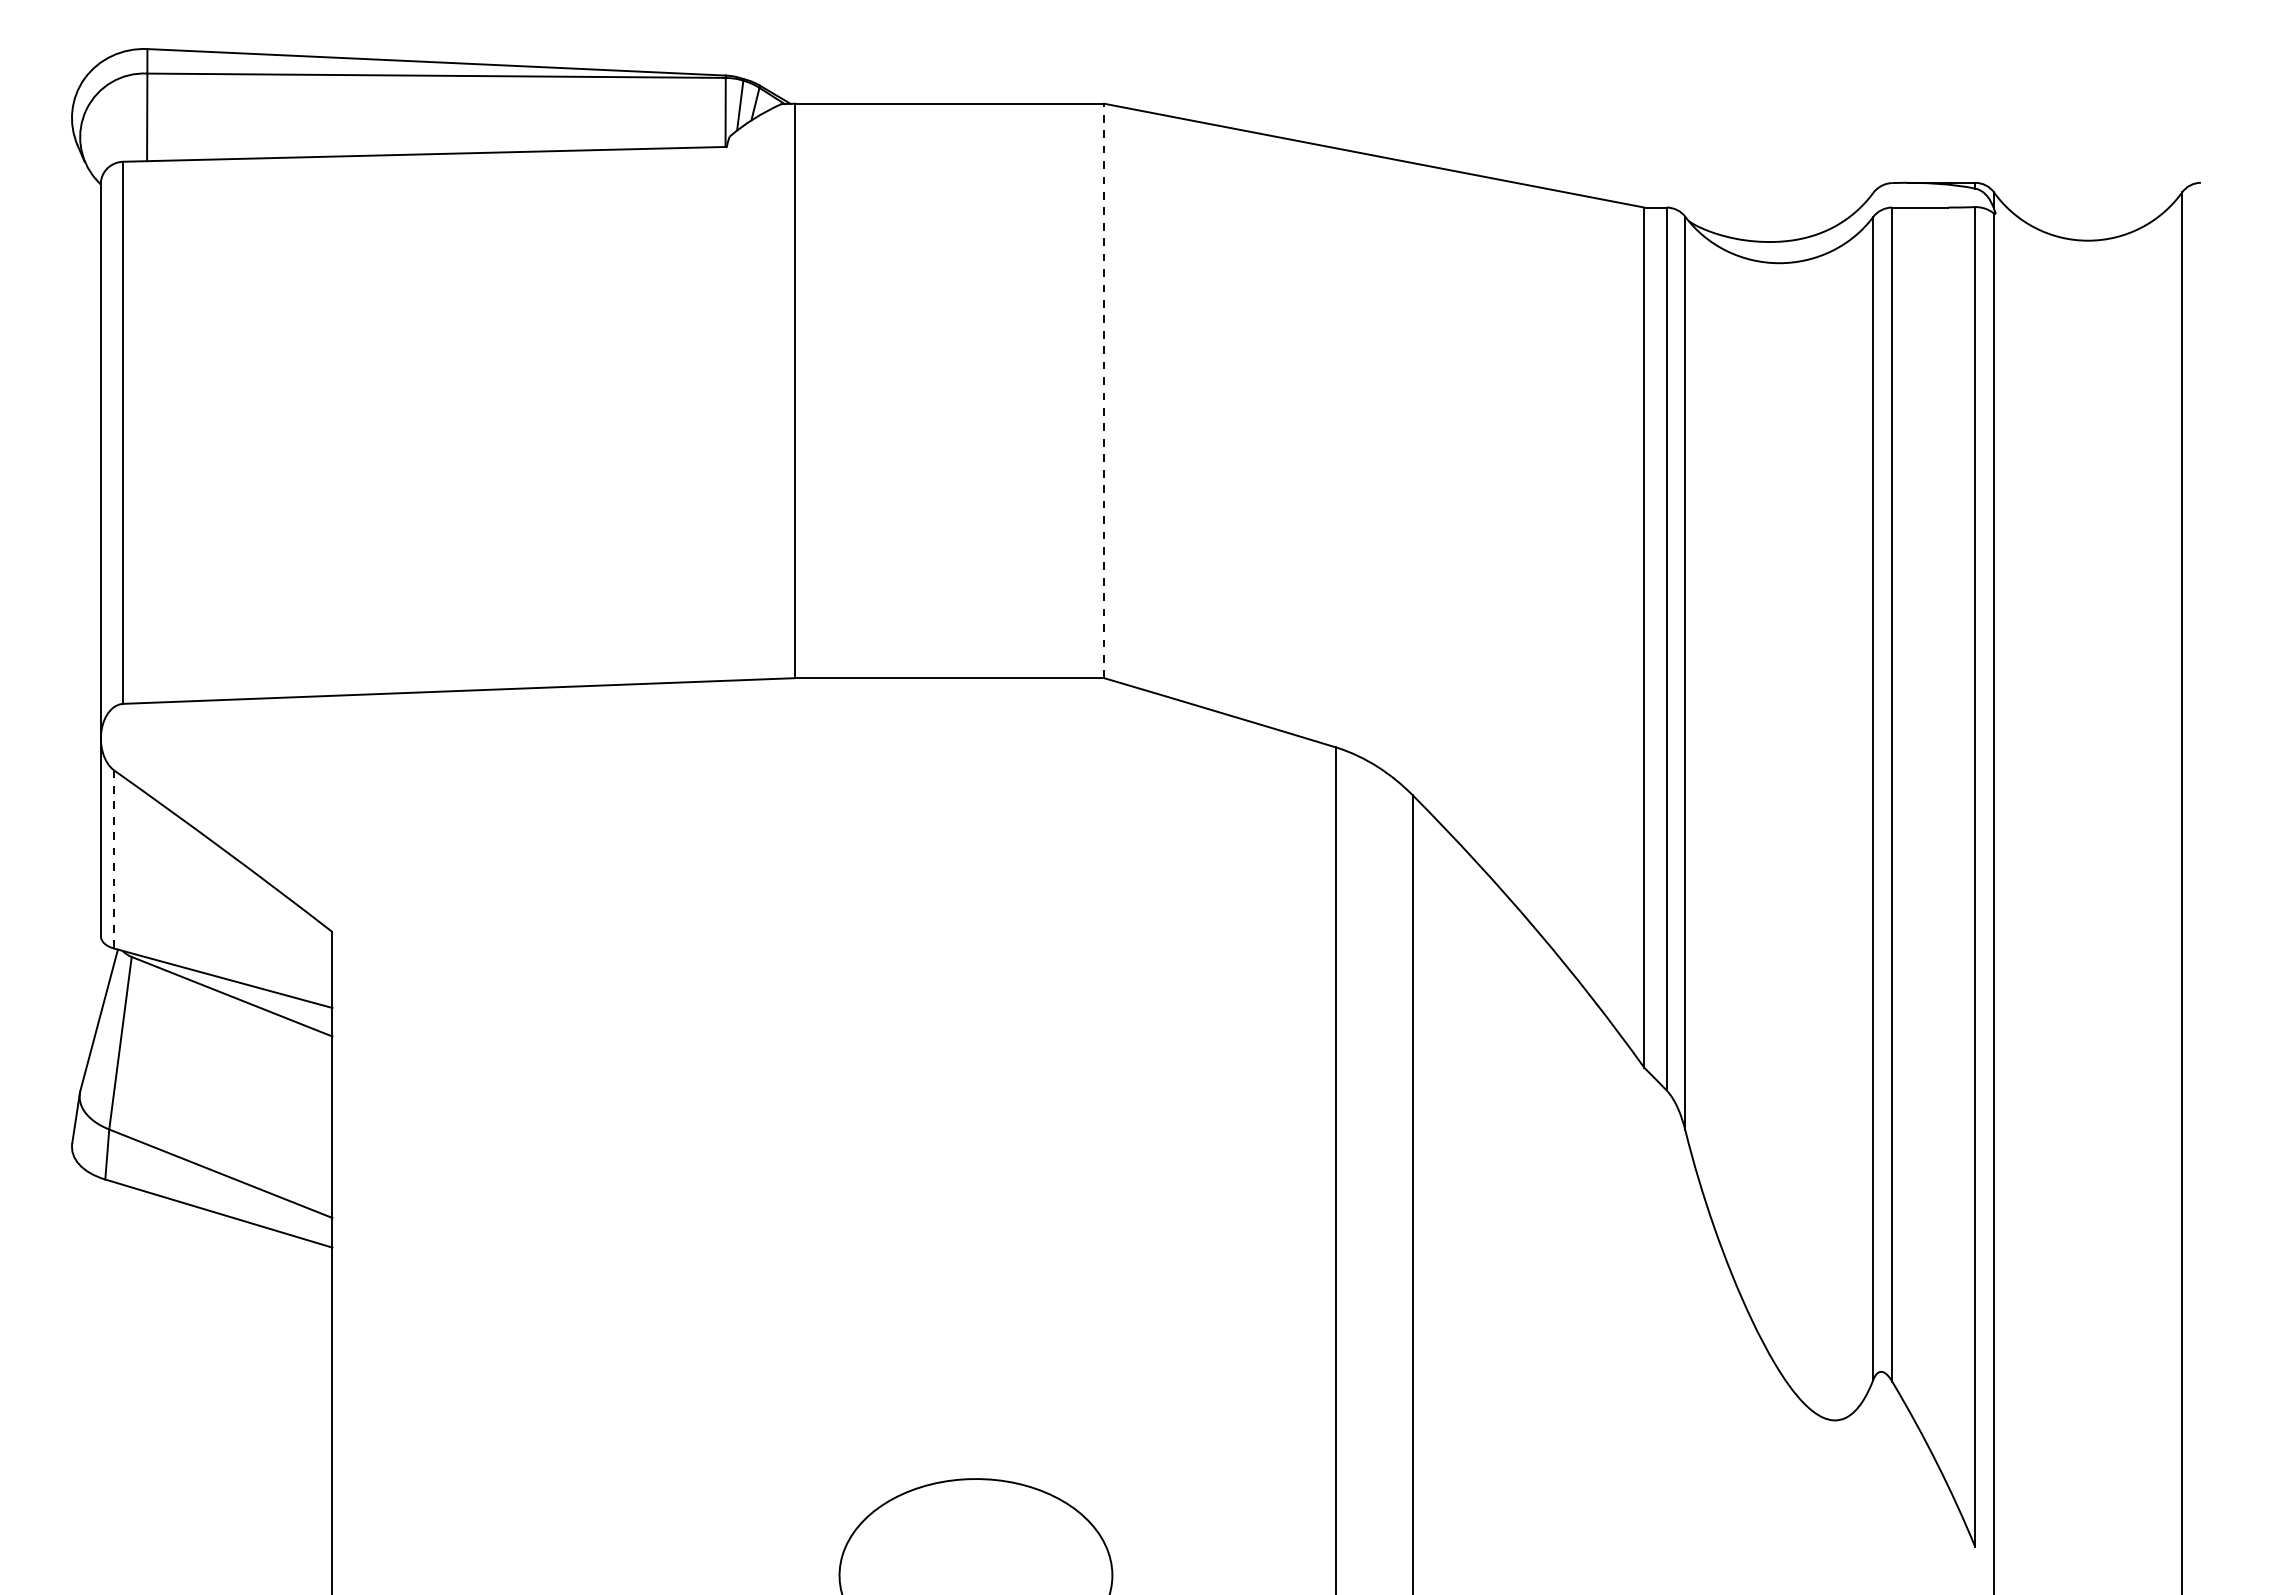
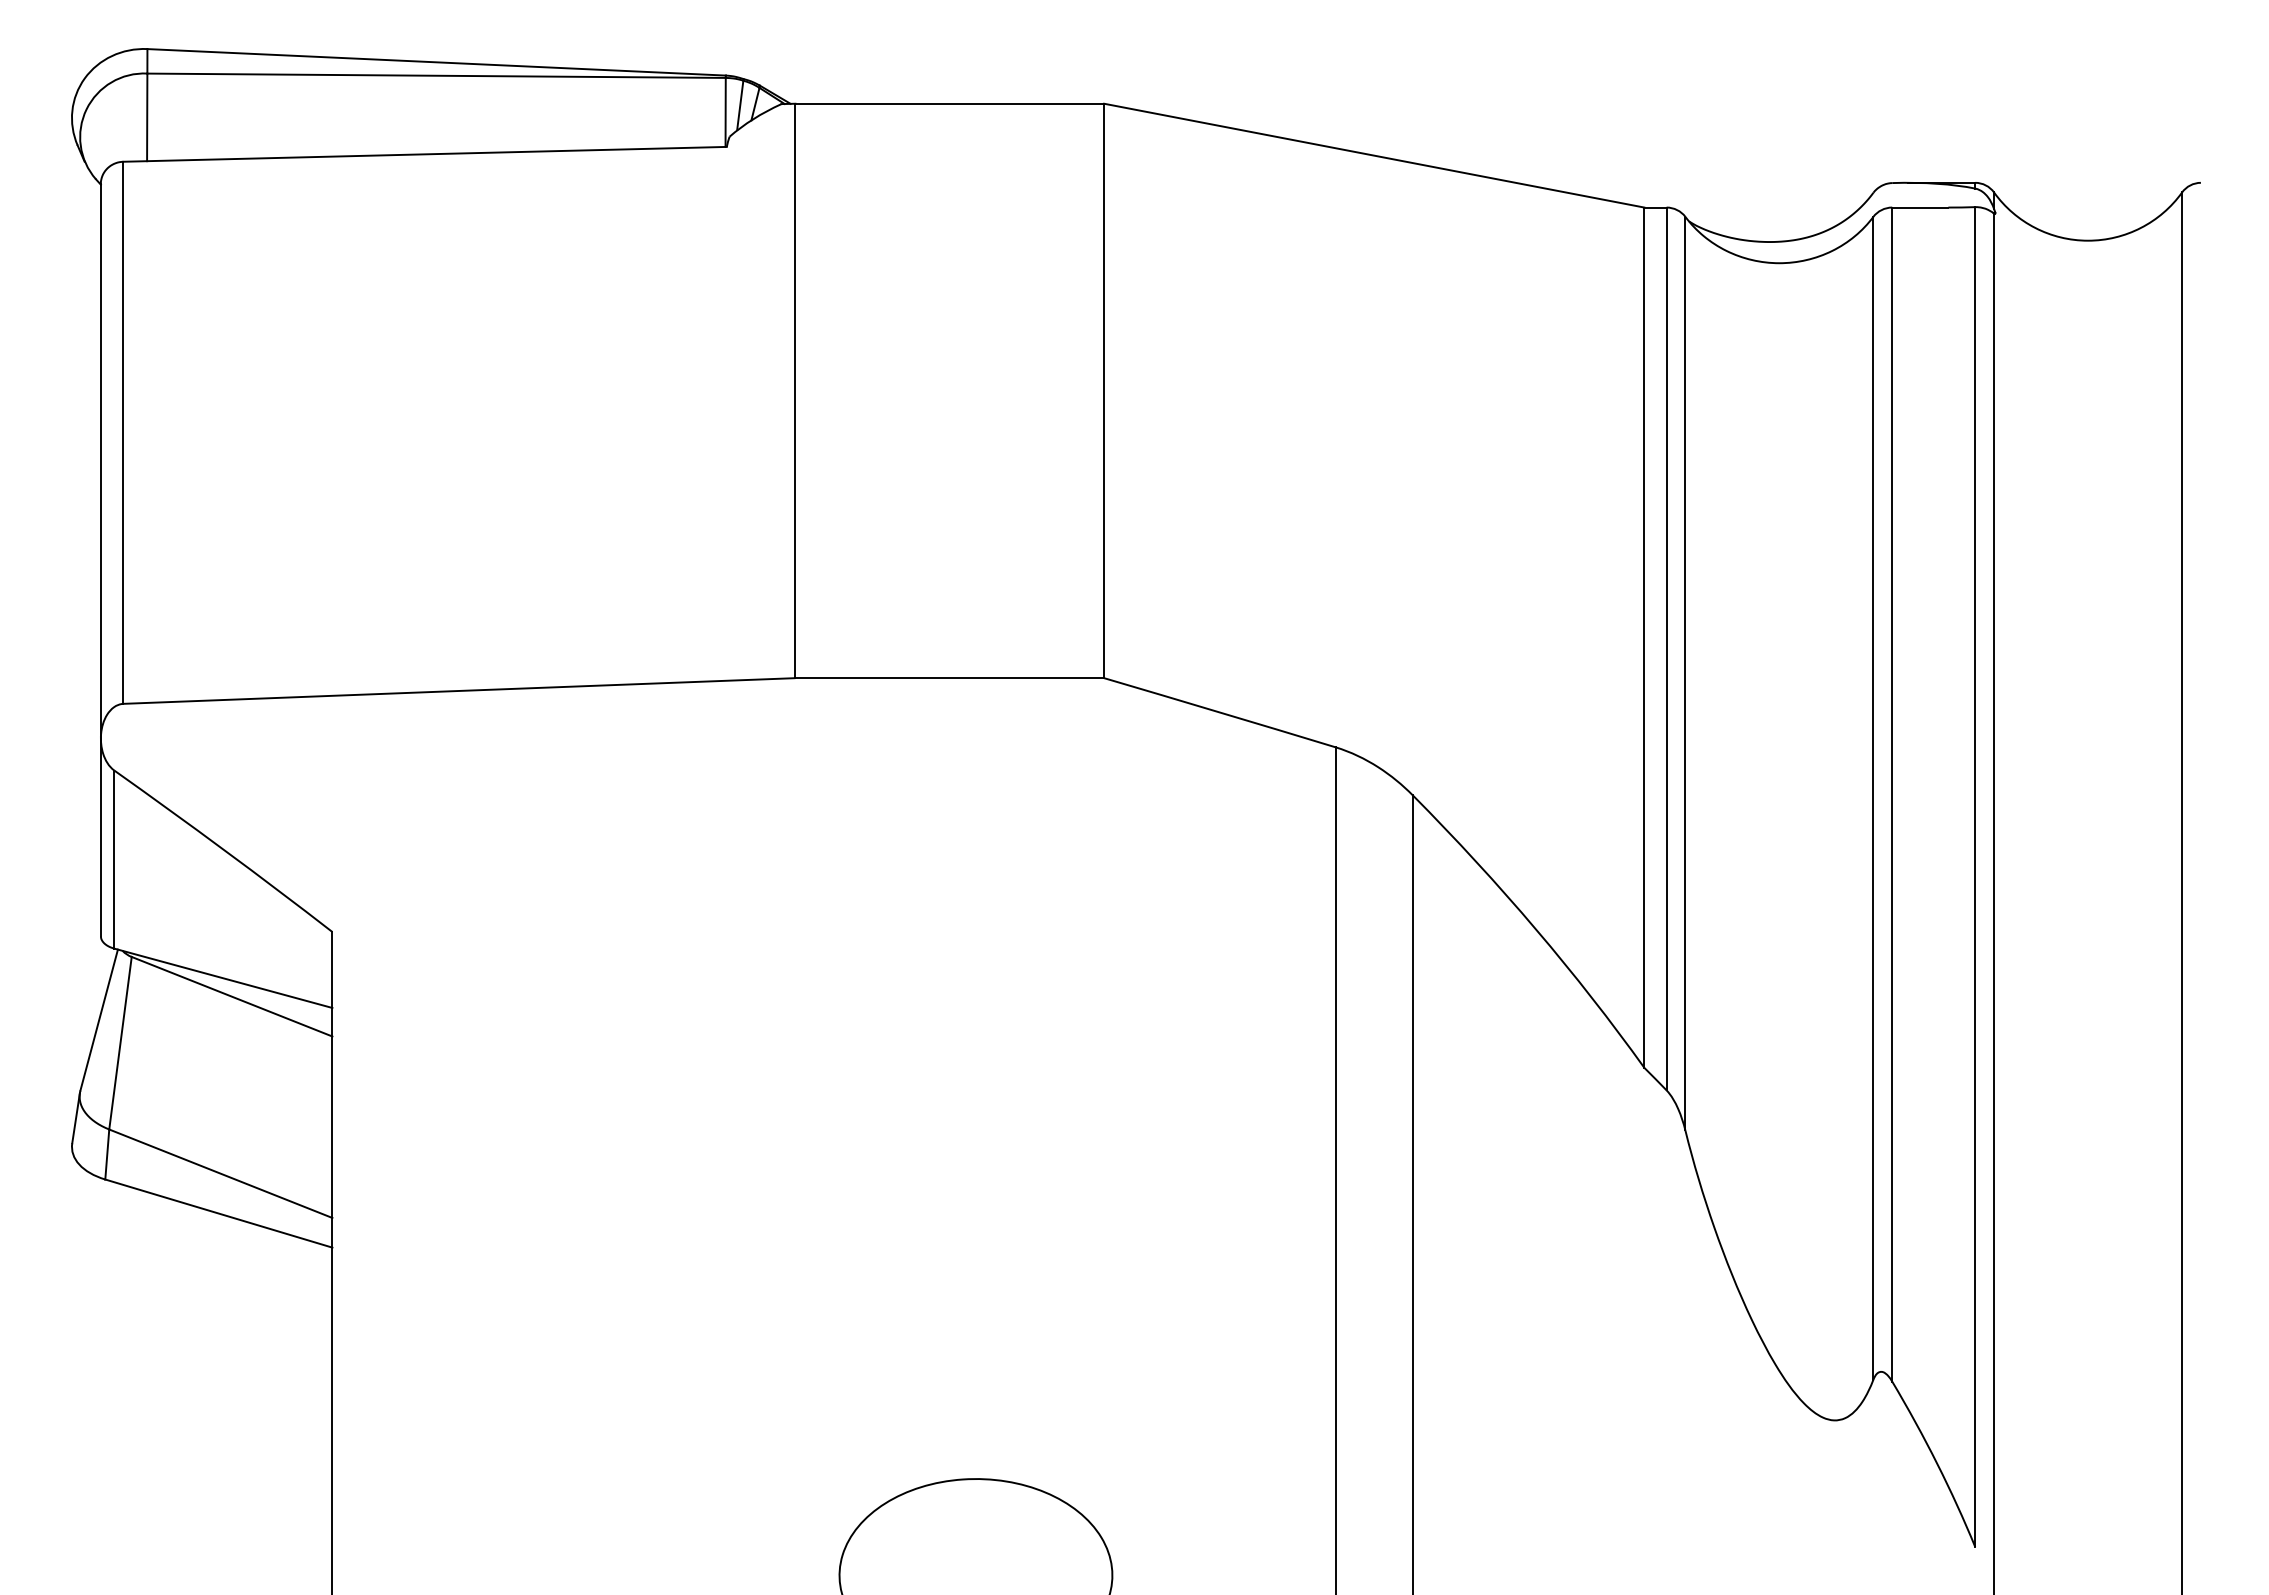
line at (1104, 390): dashed -> solid
line at (114, 860): dashed -> solid
